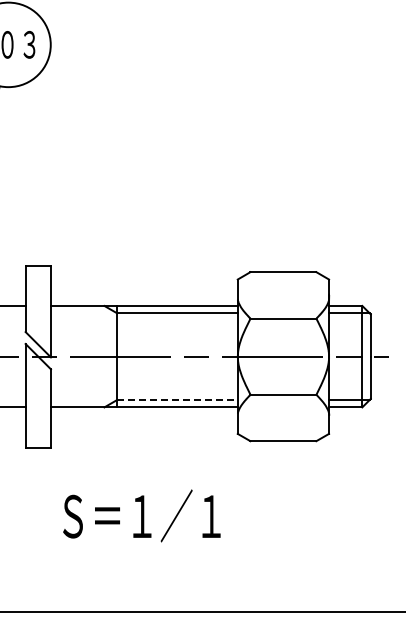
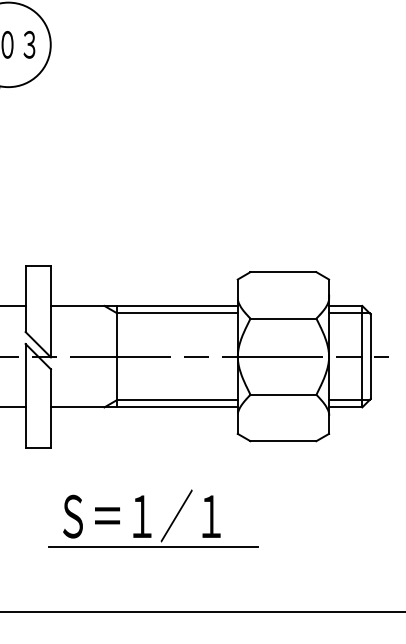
line at (178, 399): dashed -> solid
line at (152, 547): none -> present
